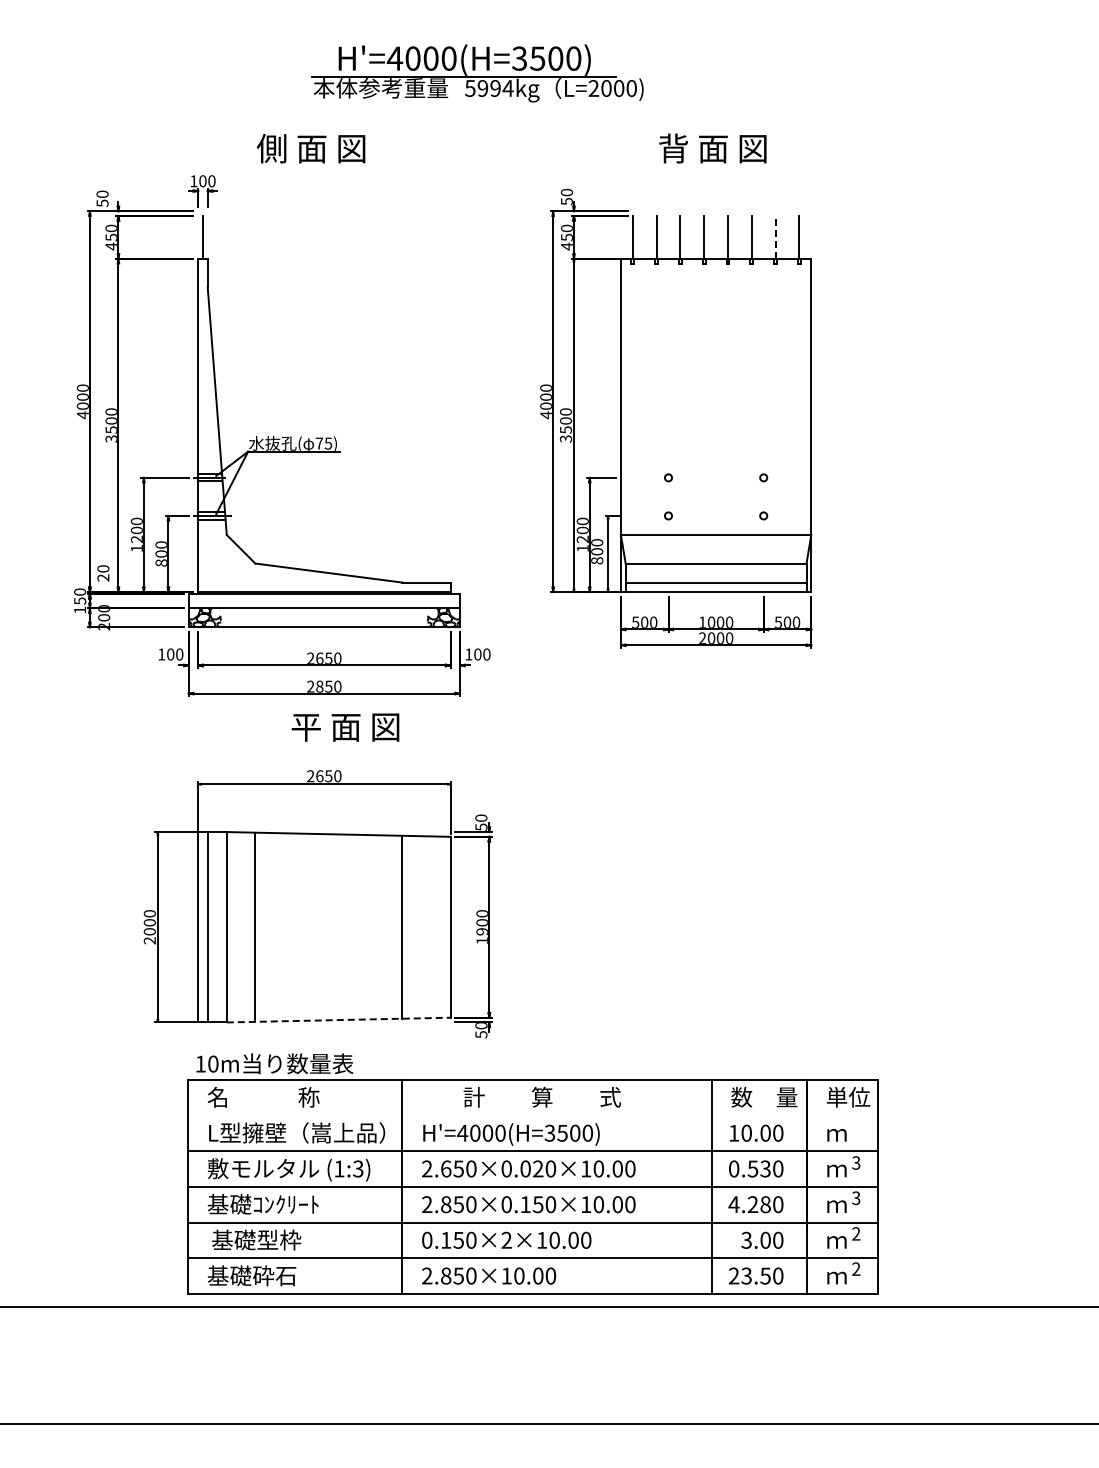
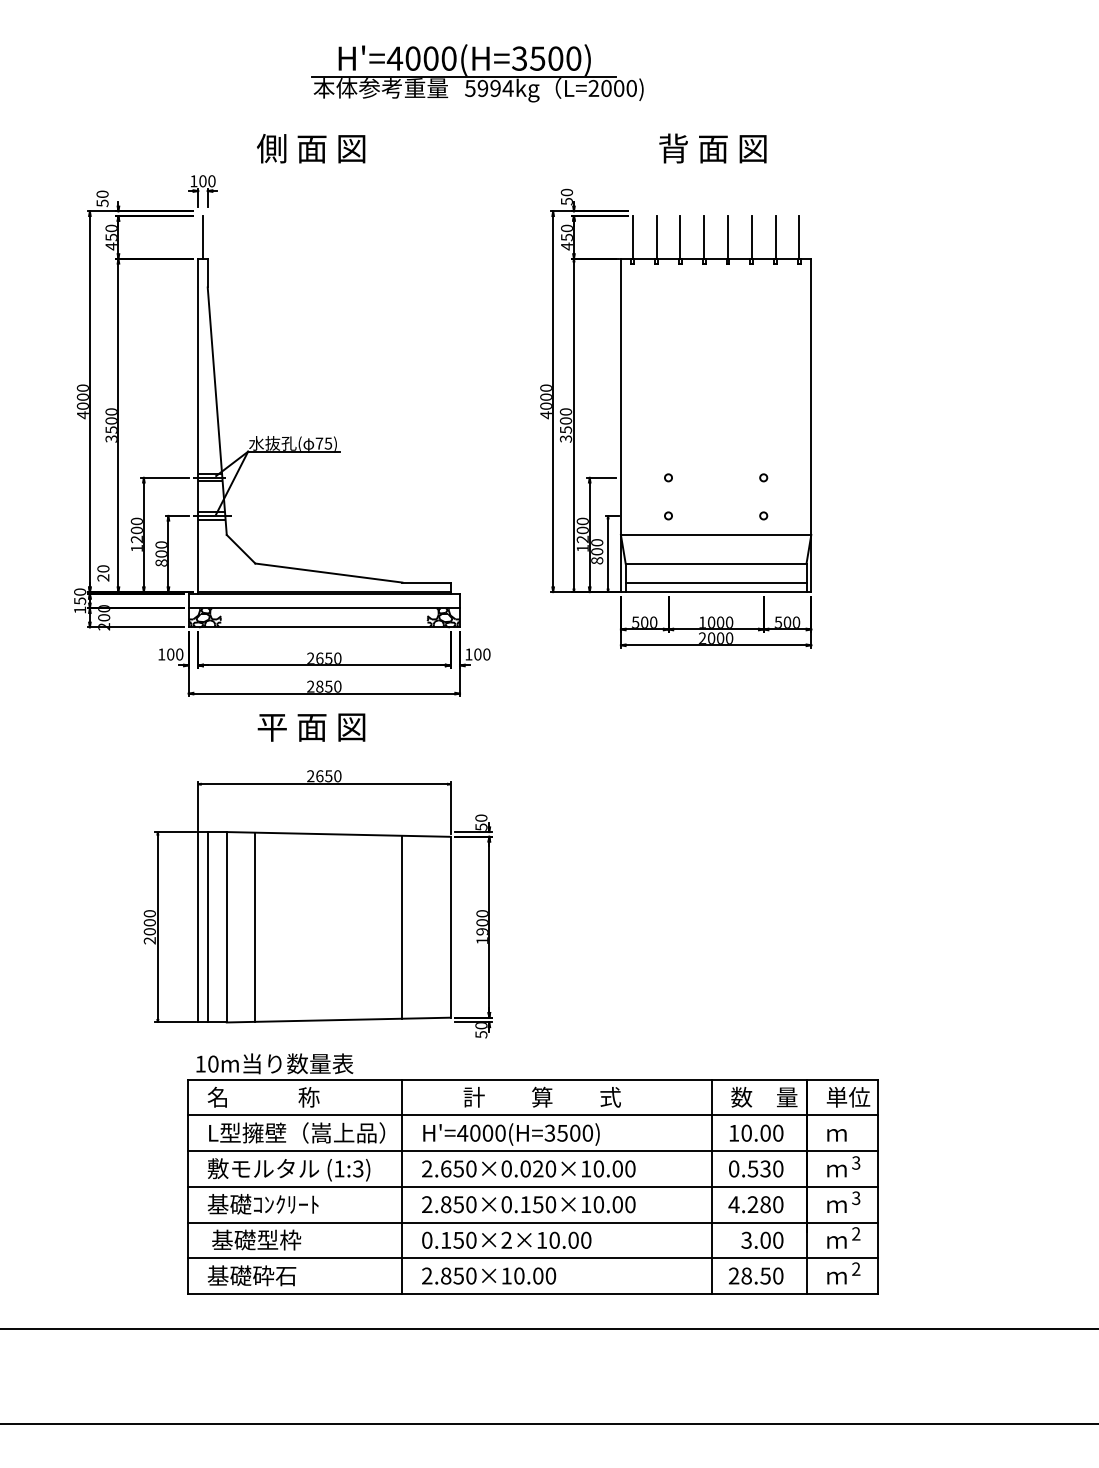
line at (775, 236): dashed -> solid
text at (345, 727) position: (345, 727) -> (311, 727)
line at (338, 1020): dashed -> solid
line at (533, 1115): none -> present
text at (746, 1275): 23.50 -> 28.50
line at (548, 1306) position: (548, 1306) -> (548, 1328)
